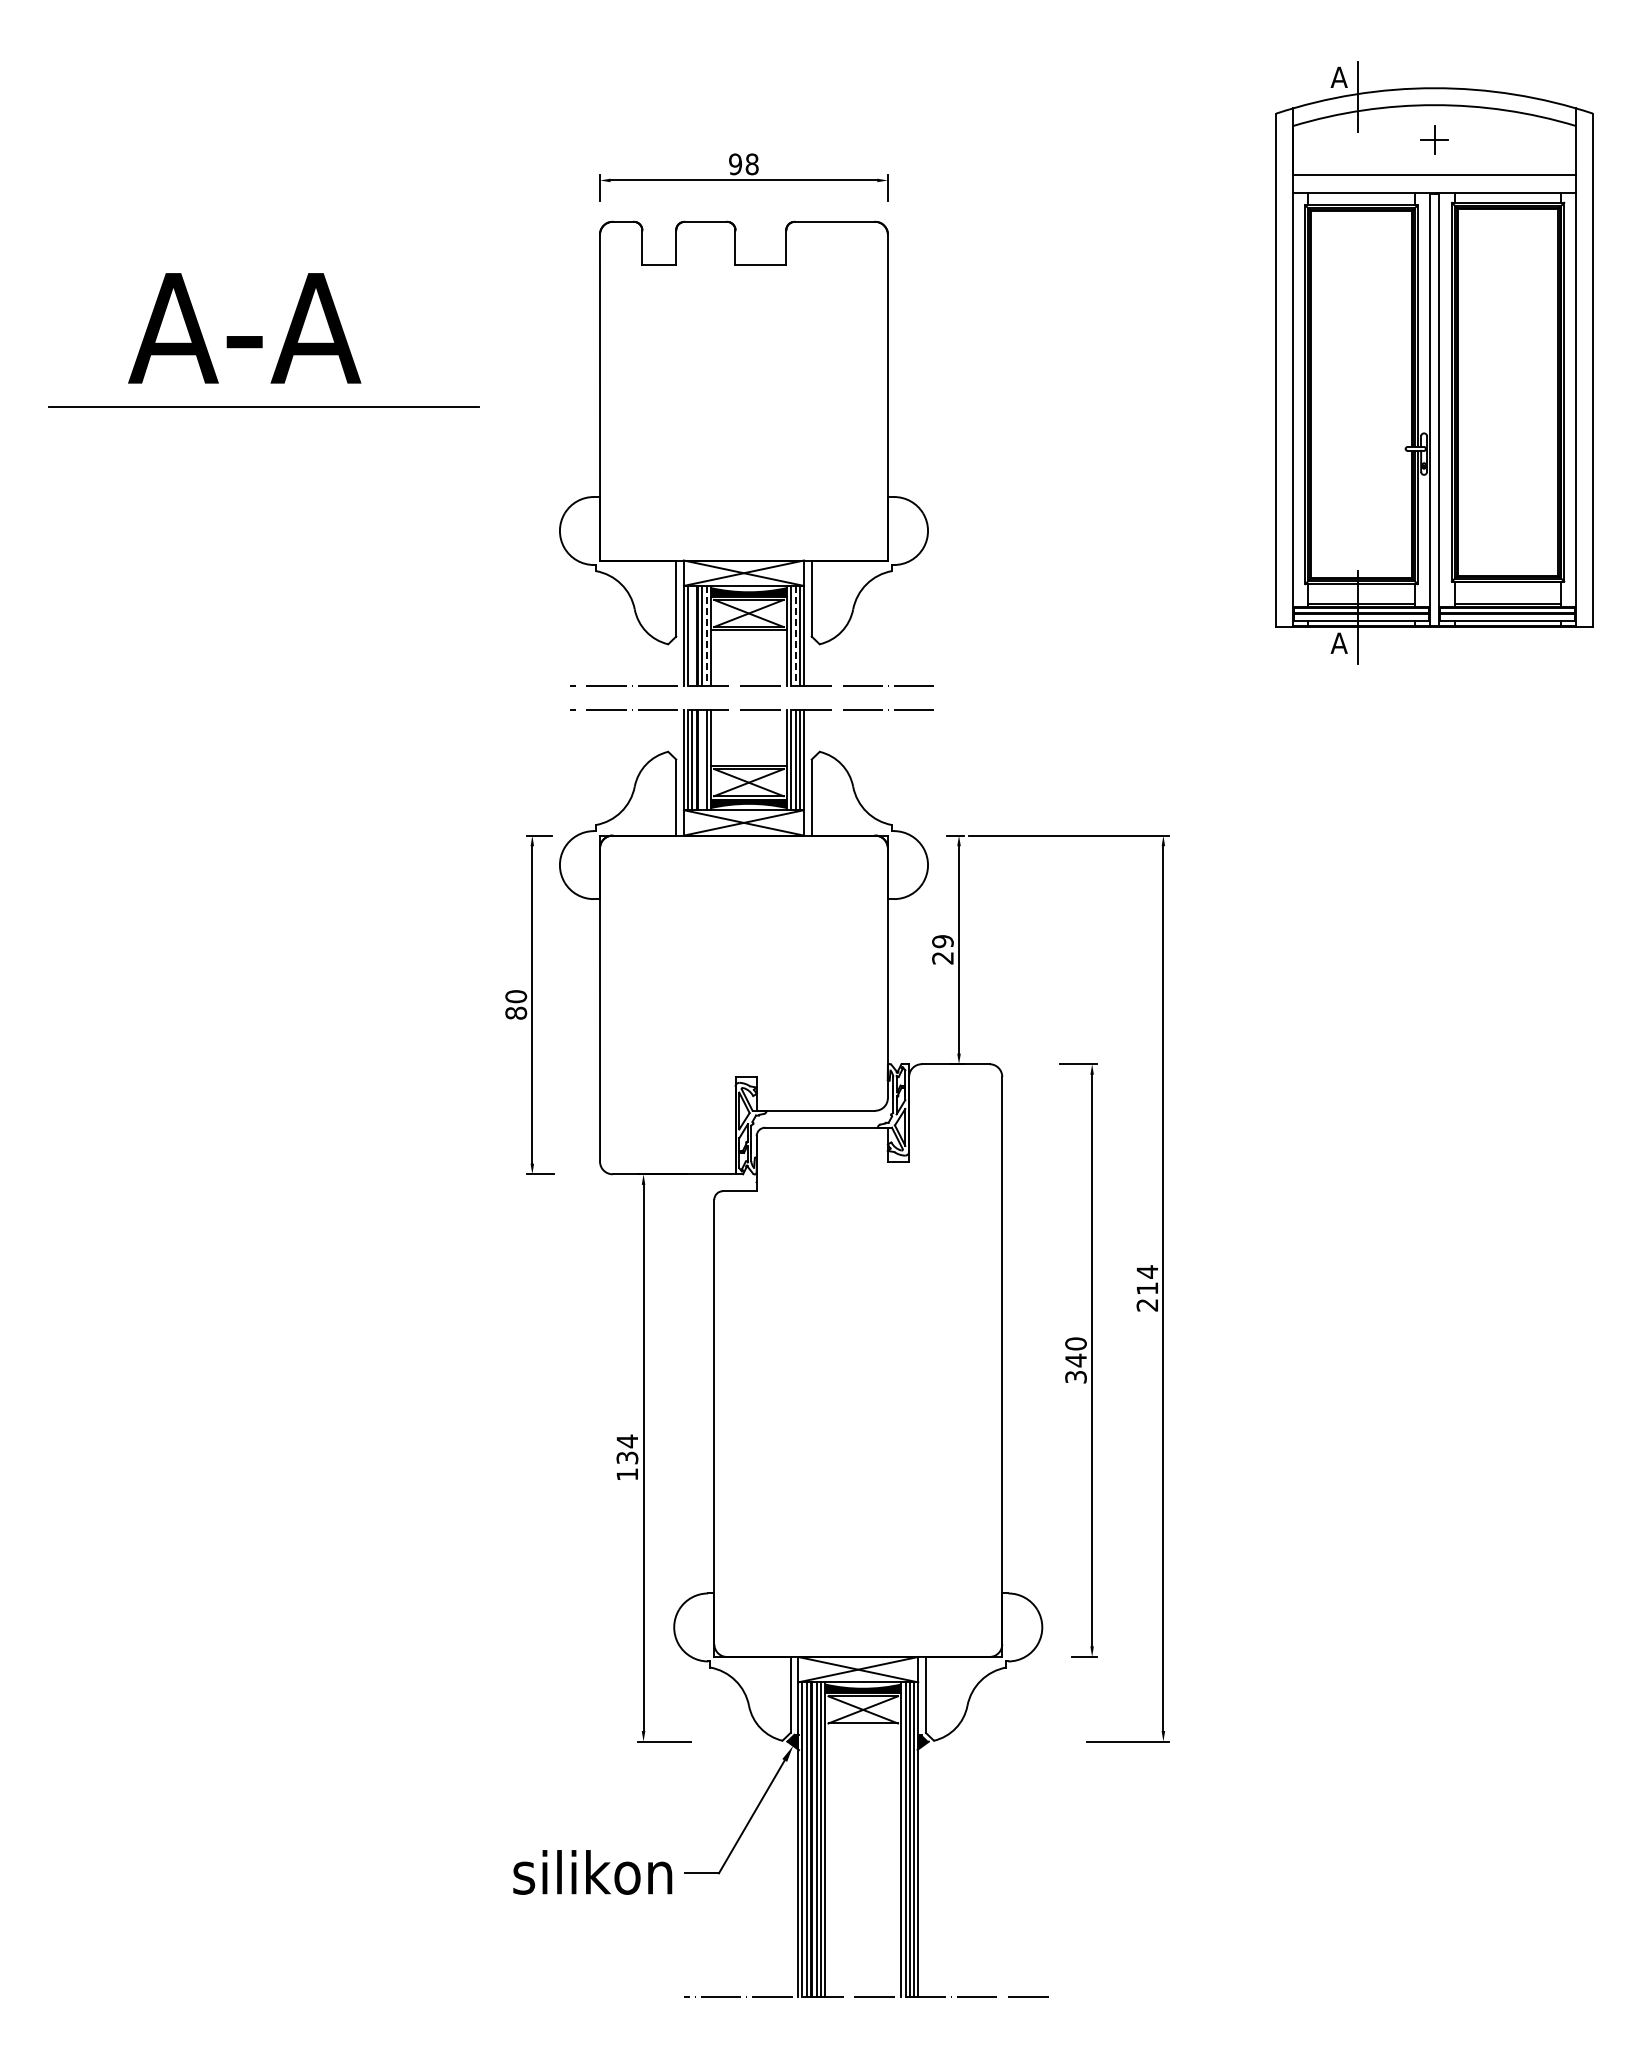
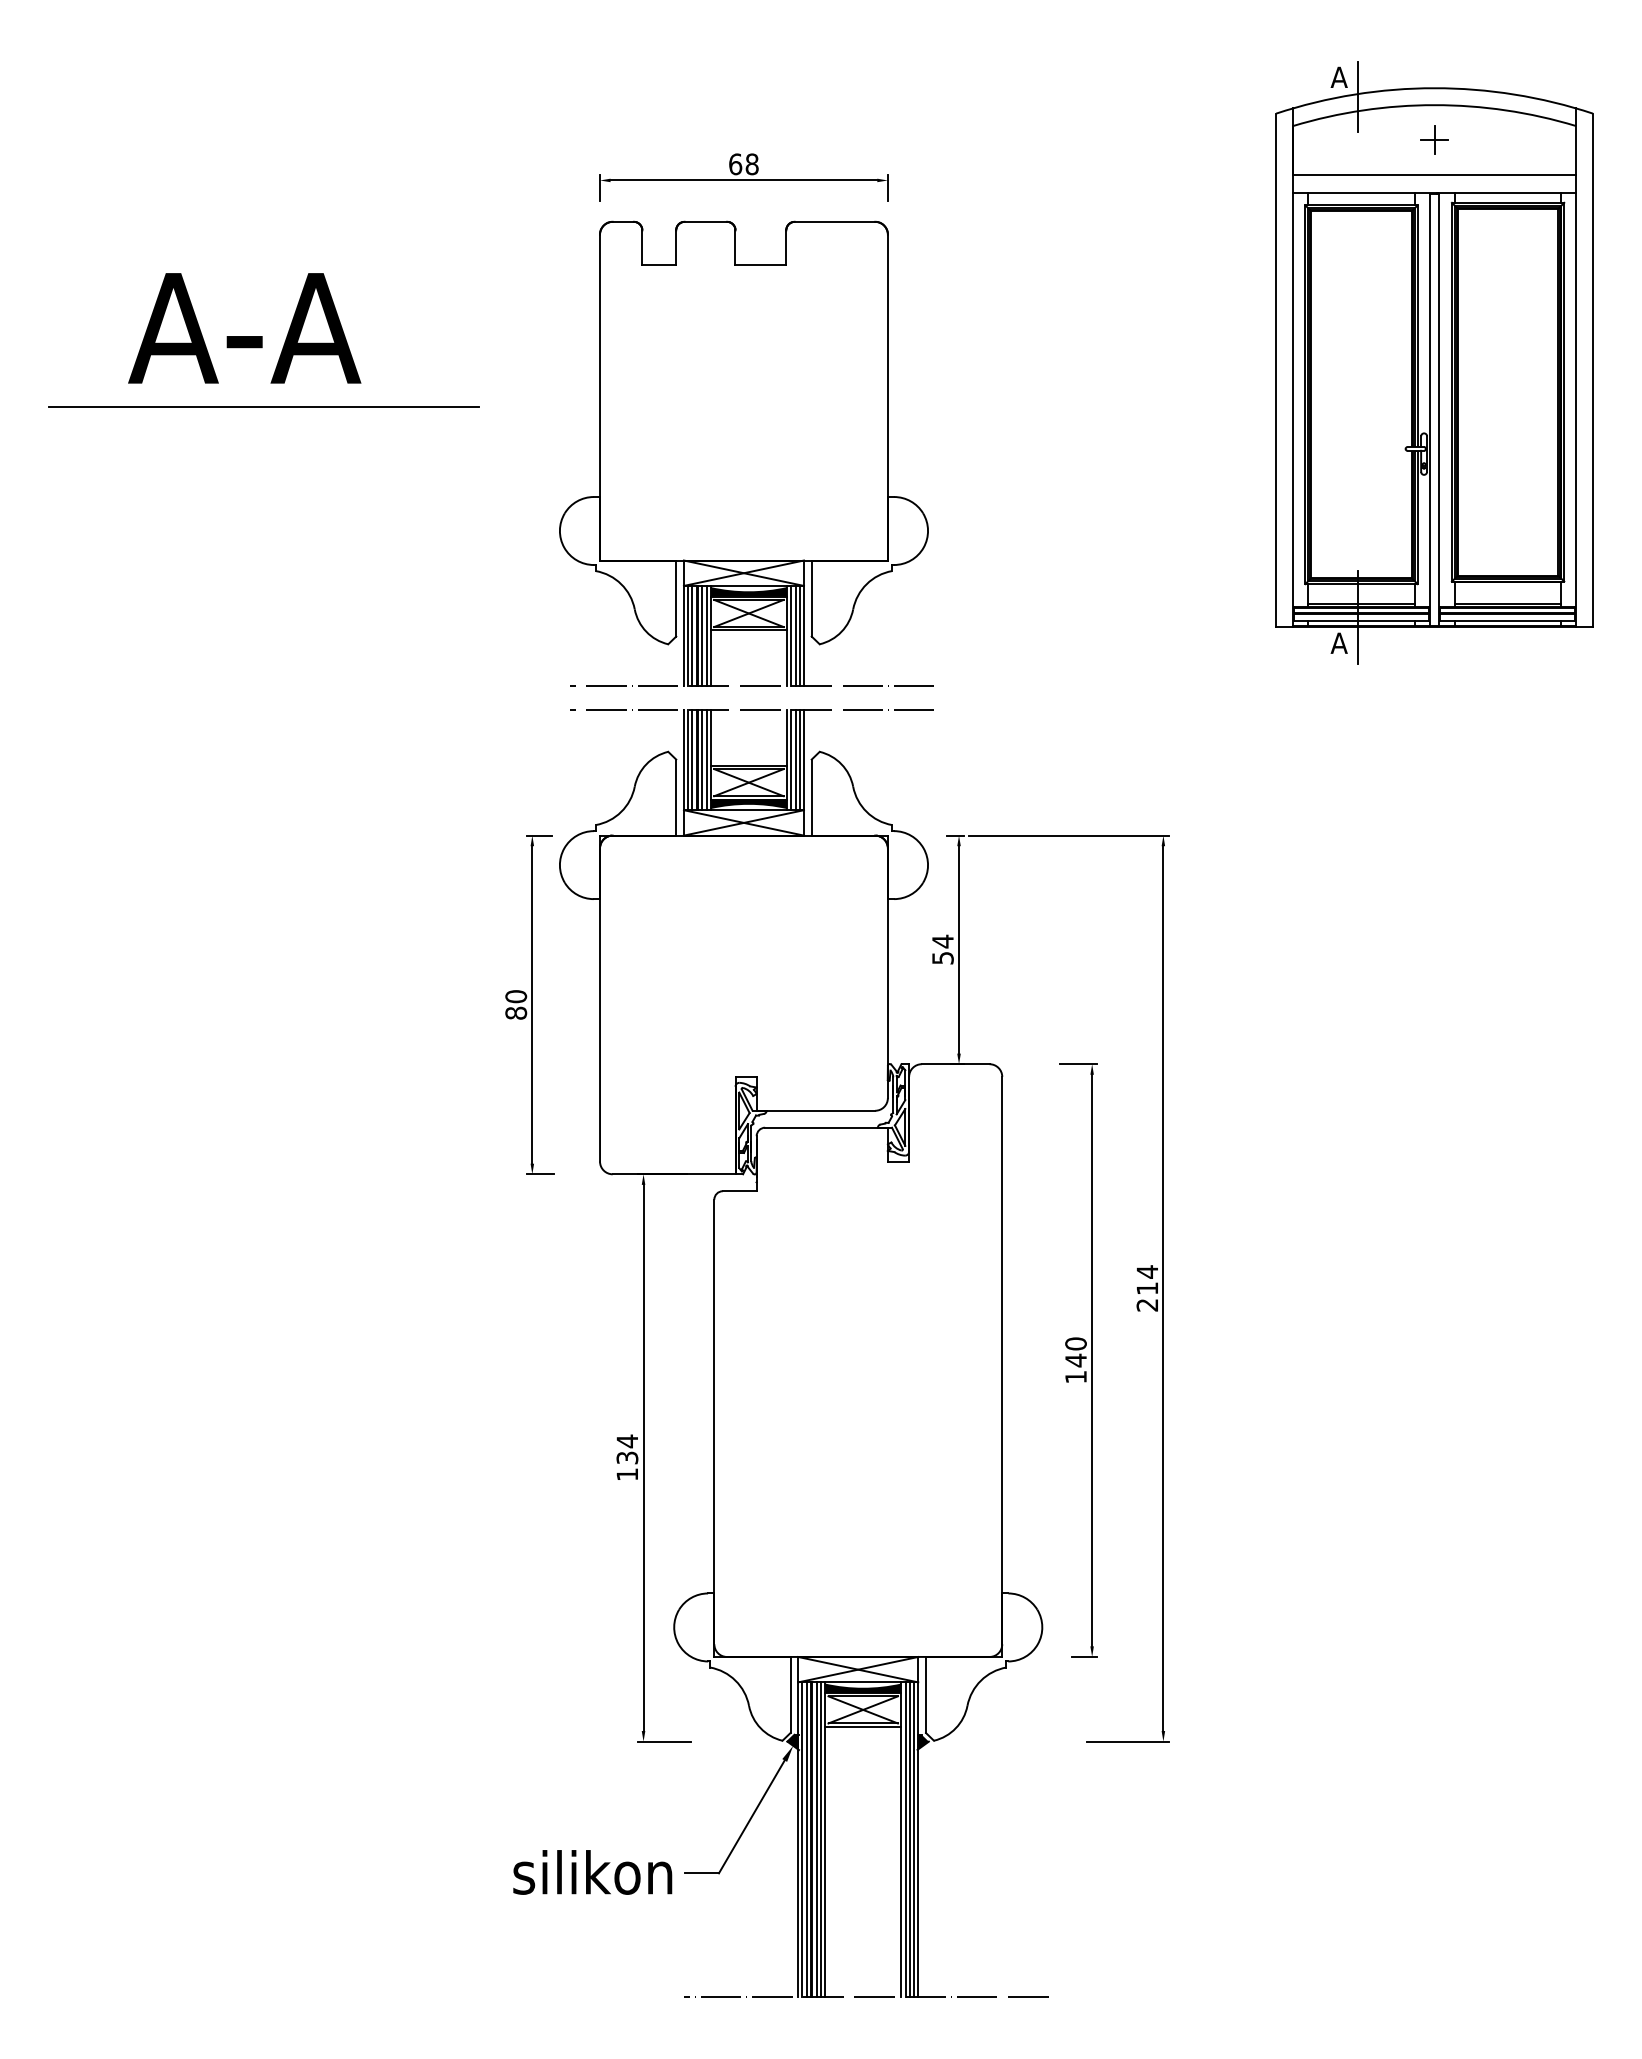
text at (735, 164): 98 -> 68
line at (692, 635): none -> present
line at (706, 636): dashed -> solid
line at (795, 636): dashed -> solid
line at (702, 760): none -> present
text at (942, 949): 29 -> 54
text at (1075, 1377): 340 -> 140
line at (863, 1726): none -> present
